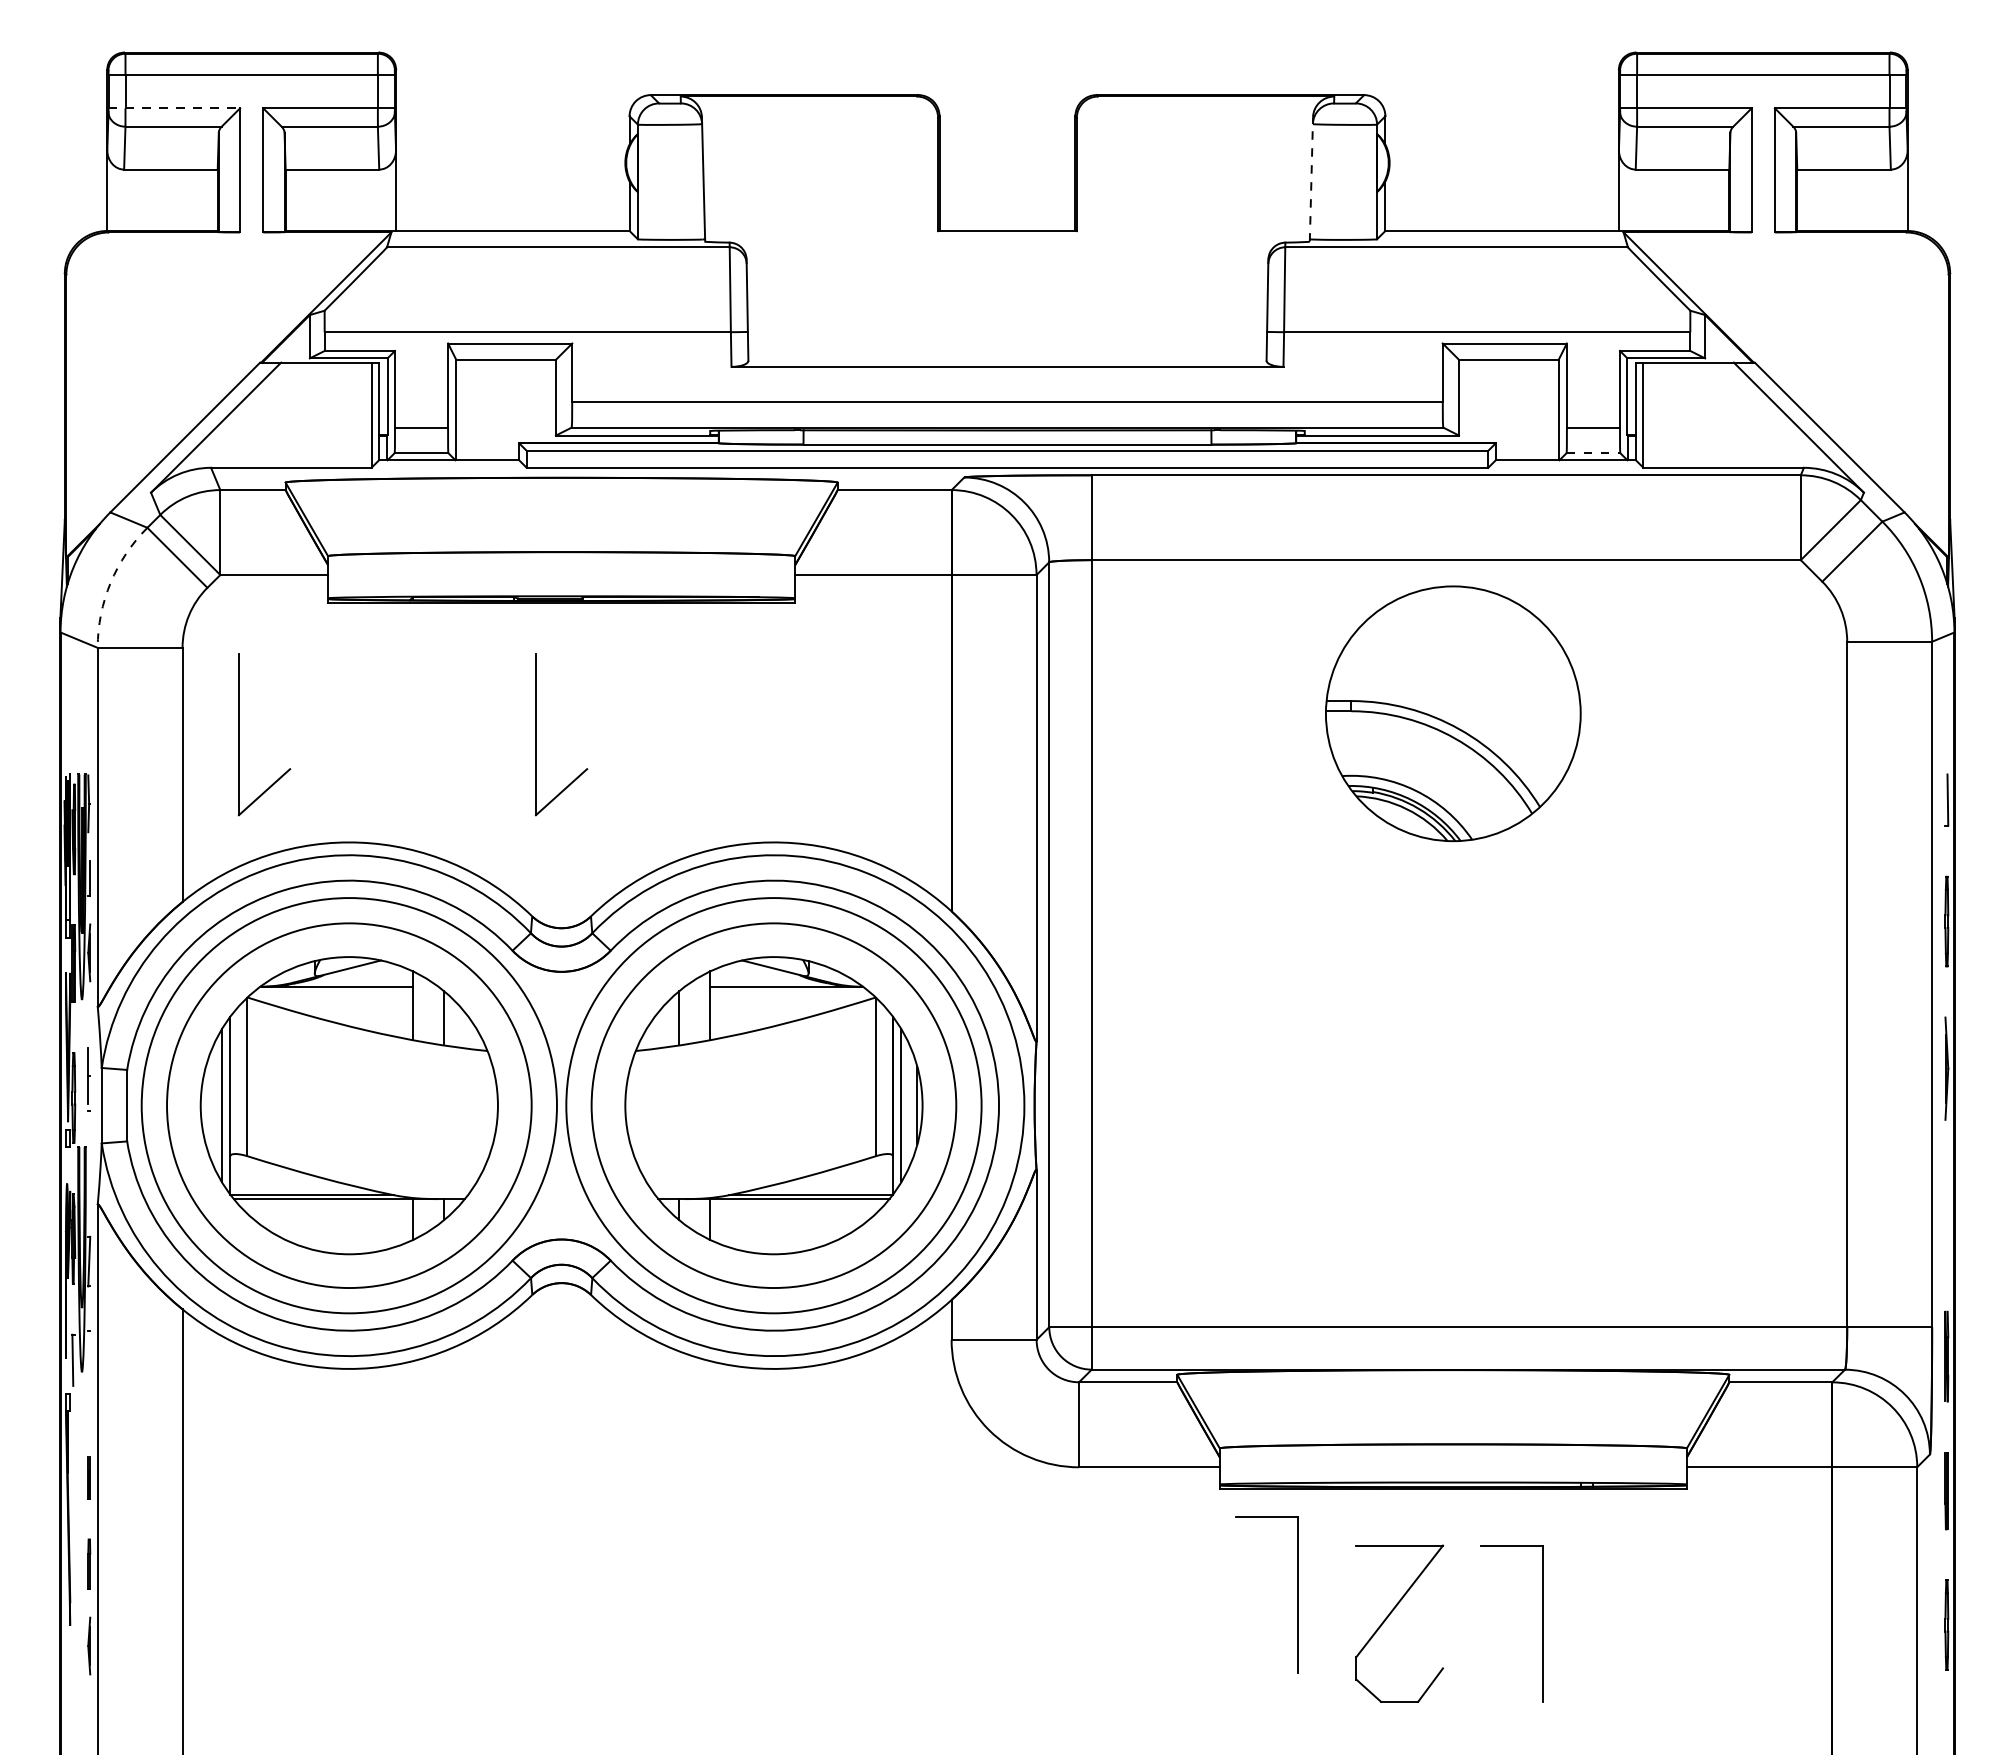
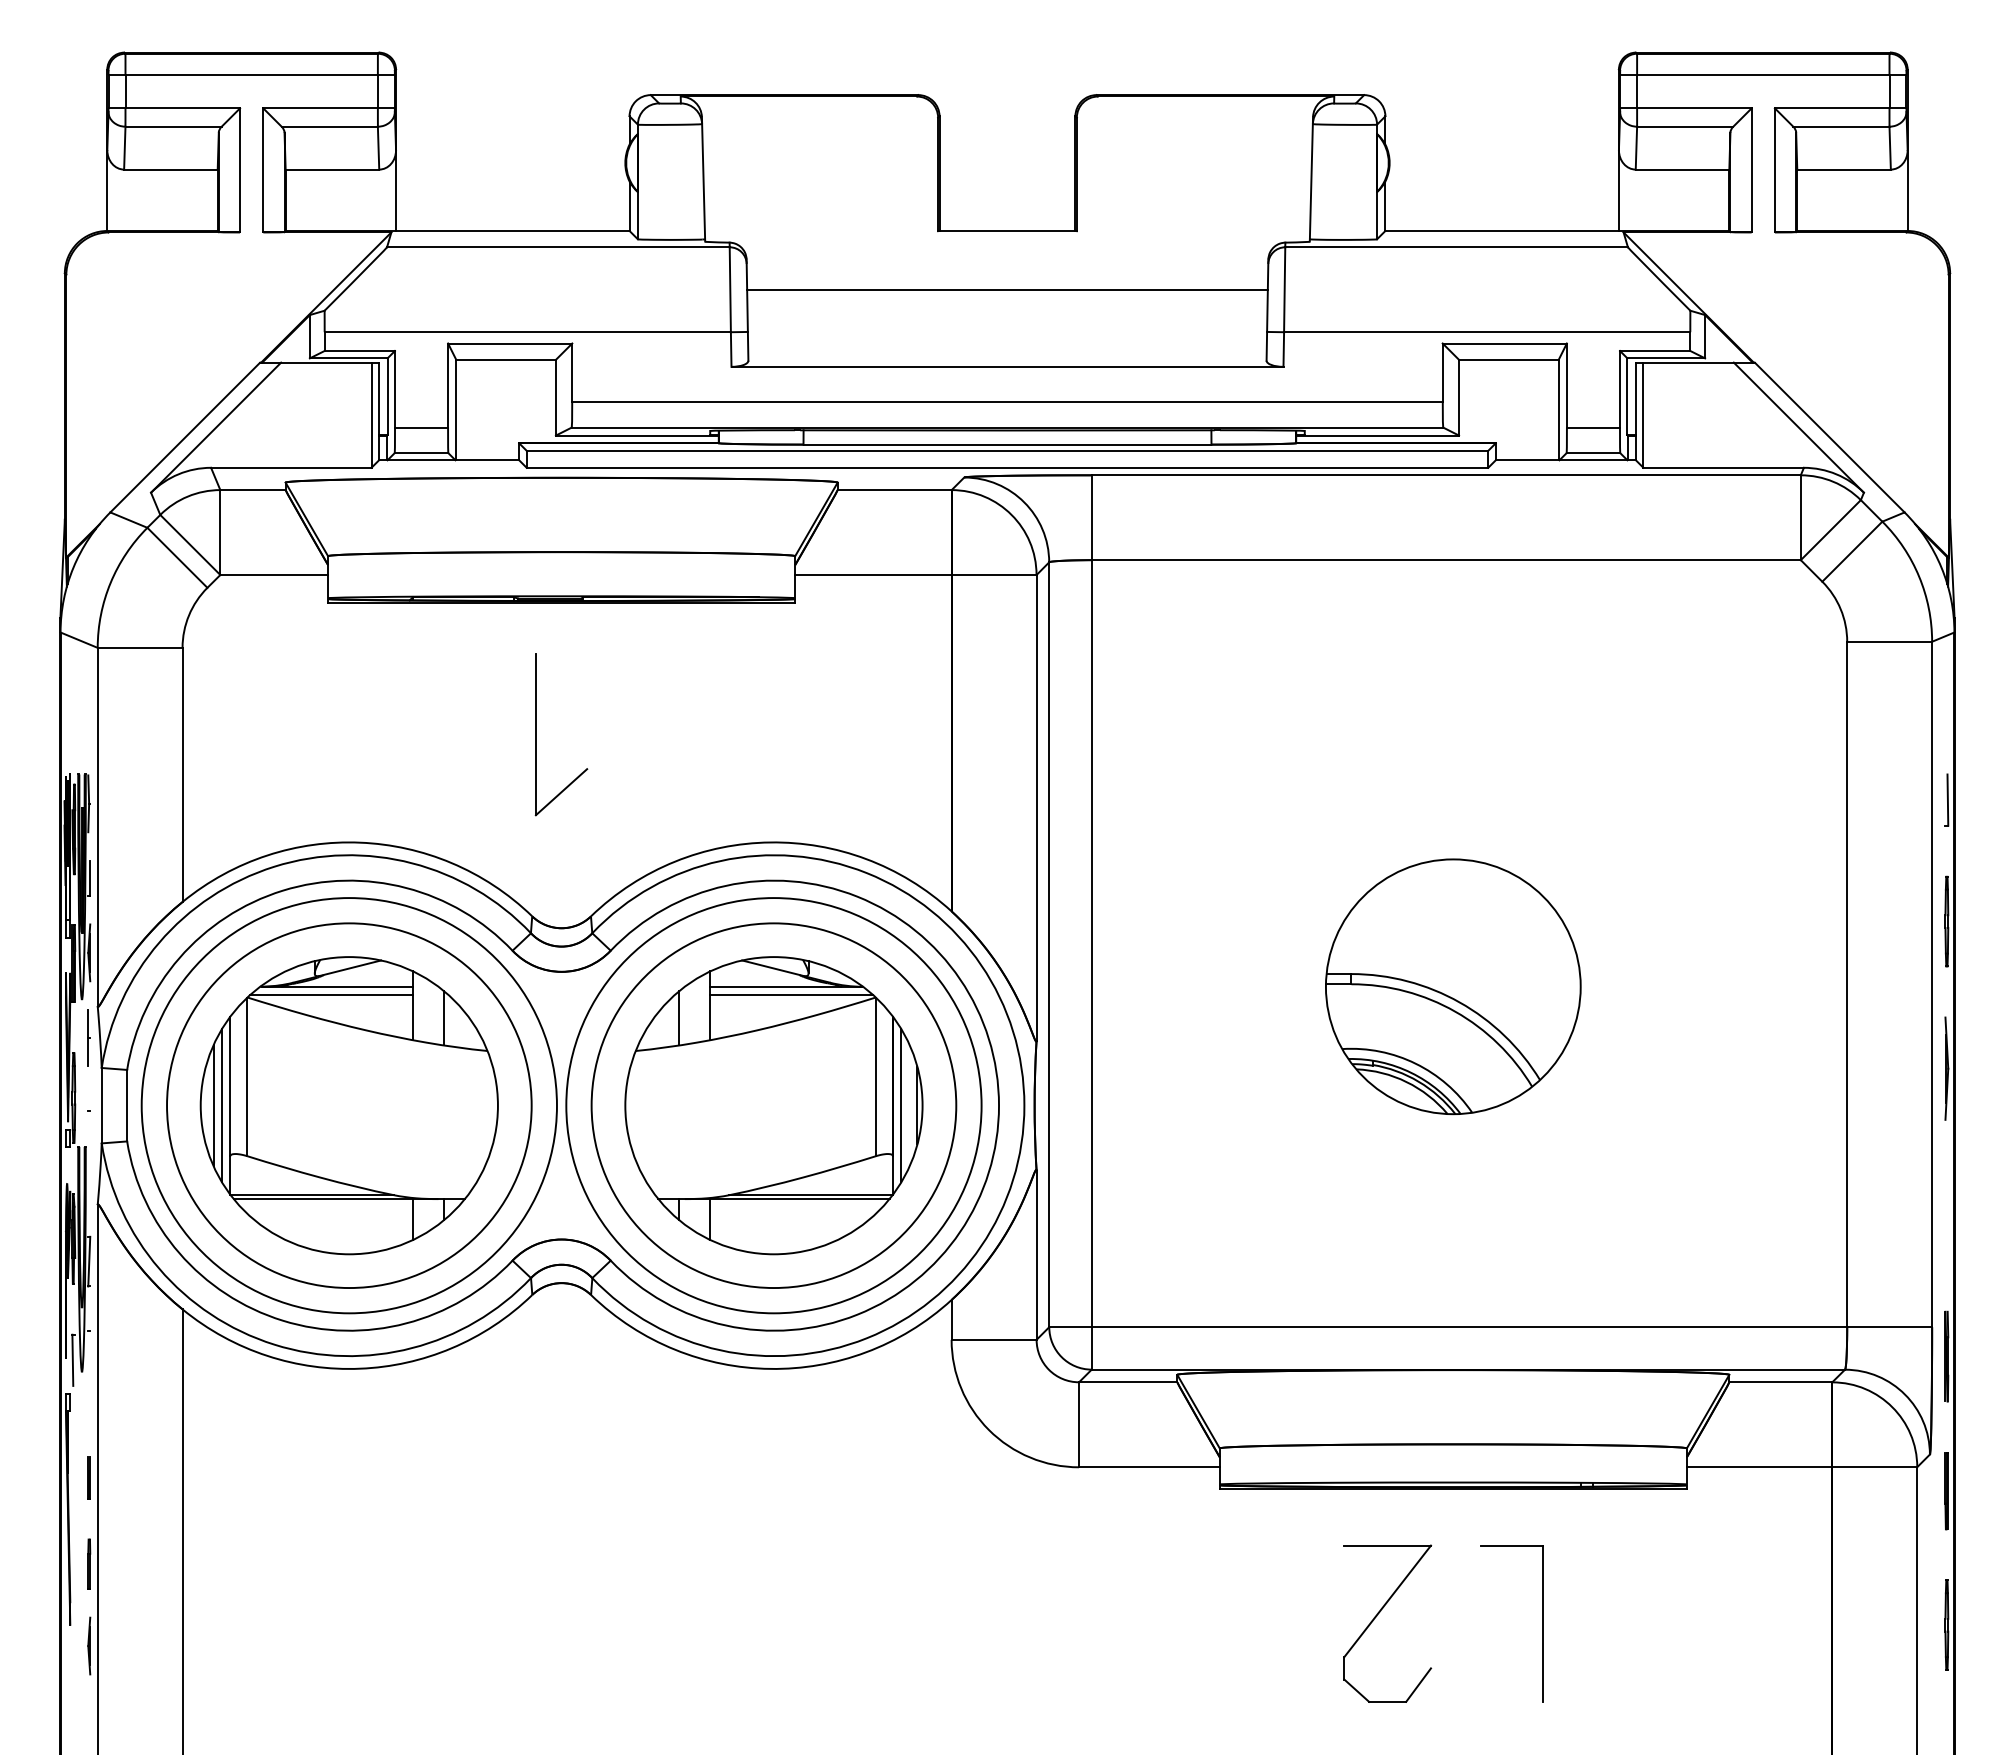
line at (174, 108): dashed -> solid
line at (1311, 178): dashed -> solid
line at (1007, 290): none -> present
line at (1593, 453): dashed -> solid
arc at (110, 582): dashed -> solid
part at (1453, 713) position: (1453, 713) -> (1453, 986)
part at (239, 734): present -> none
line at (331, 995): none -> present
line at (791, 995): none -> present
part at (88, 1075) position: (88, 1075) -> (88, 1037)
line at (213, 1105): none -> present
part at (1297, 1594): present -> none
part at (1389, 1616) position: (1389, 1616) -> (1377, 1616)
